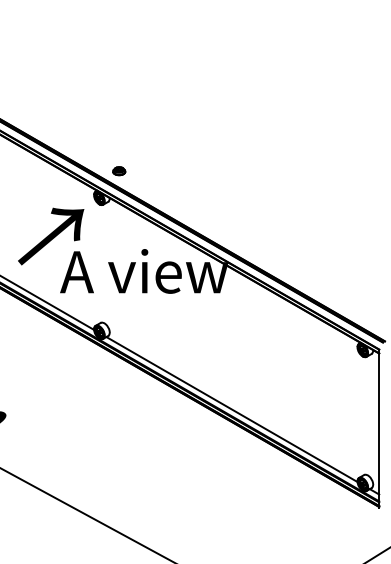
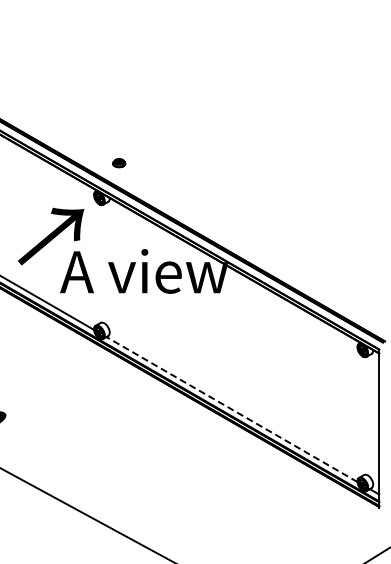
part at (119, 171) position: (119, 171) -> (119, 163)
line at (231, 409): solid -> dashed
